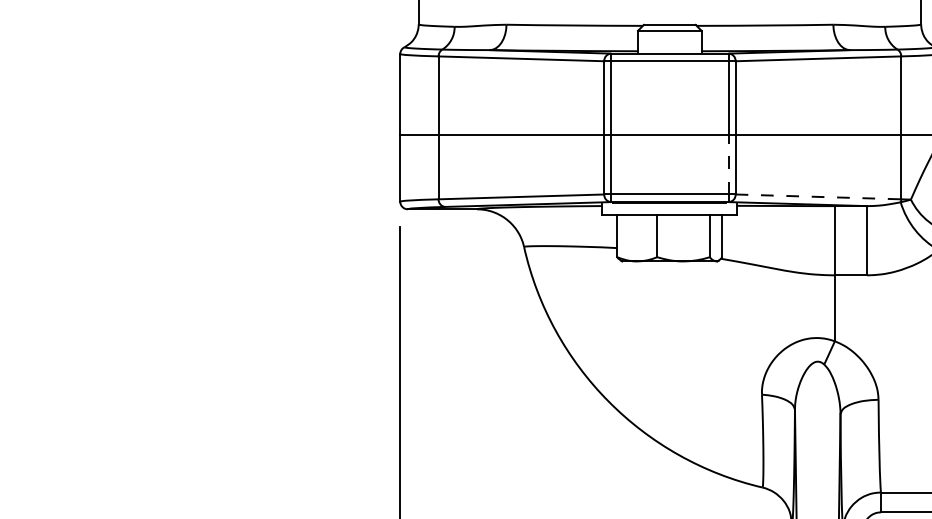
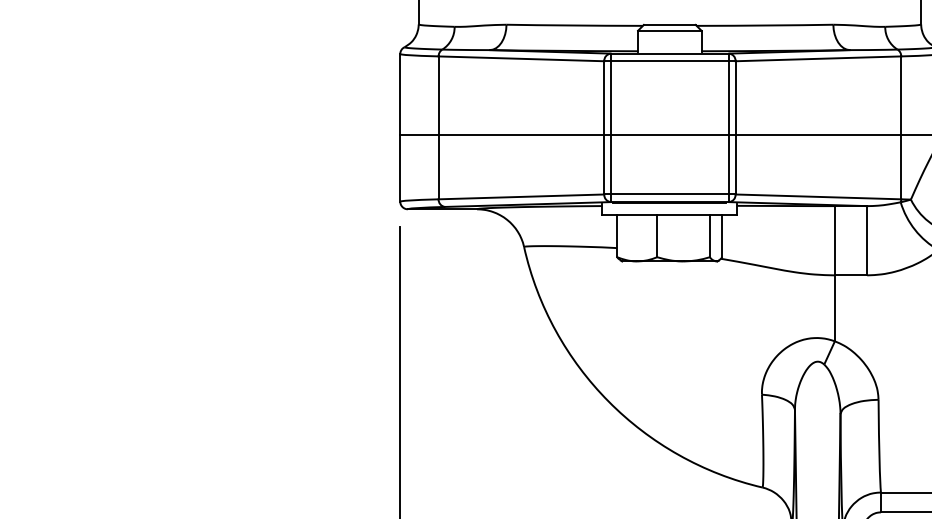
line at (729, 164): dashed -> solid
line at (818, 196): dashed -> solid
